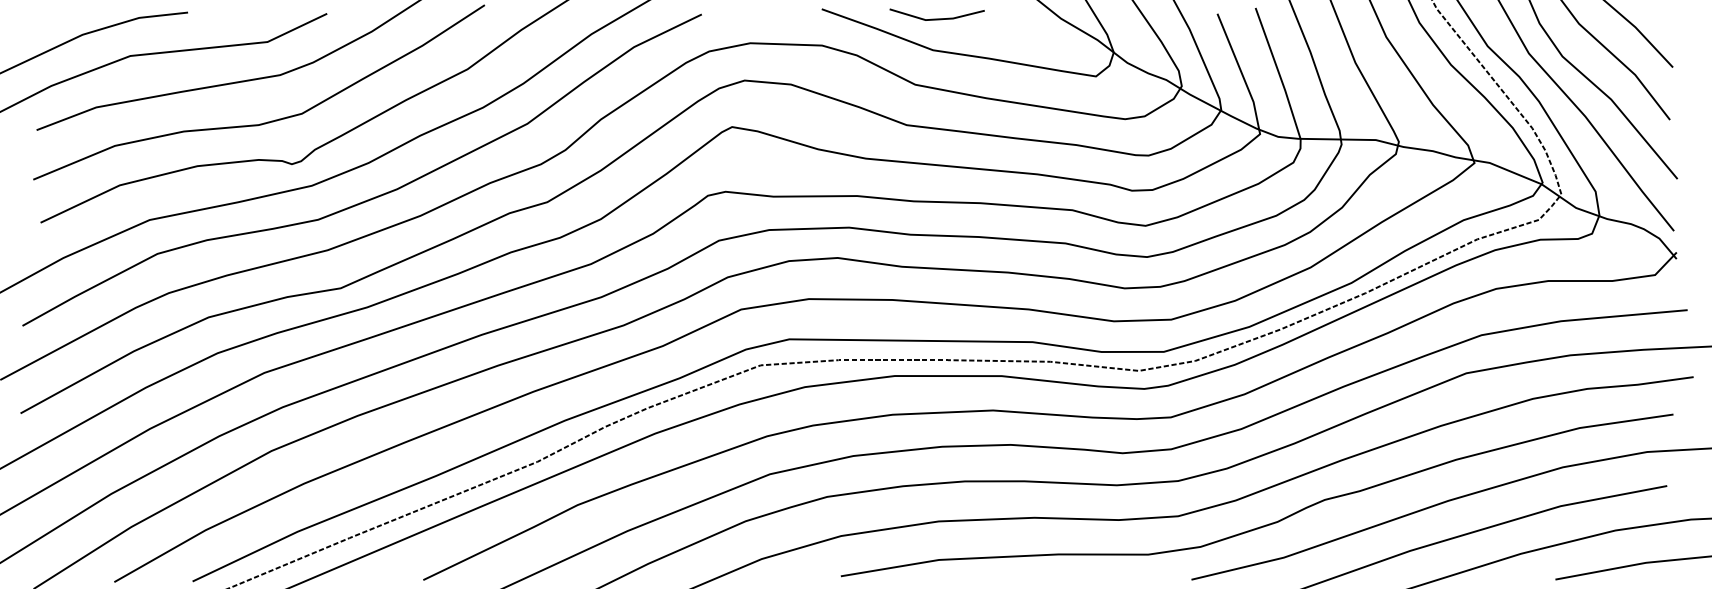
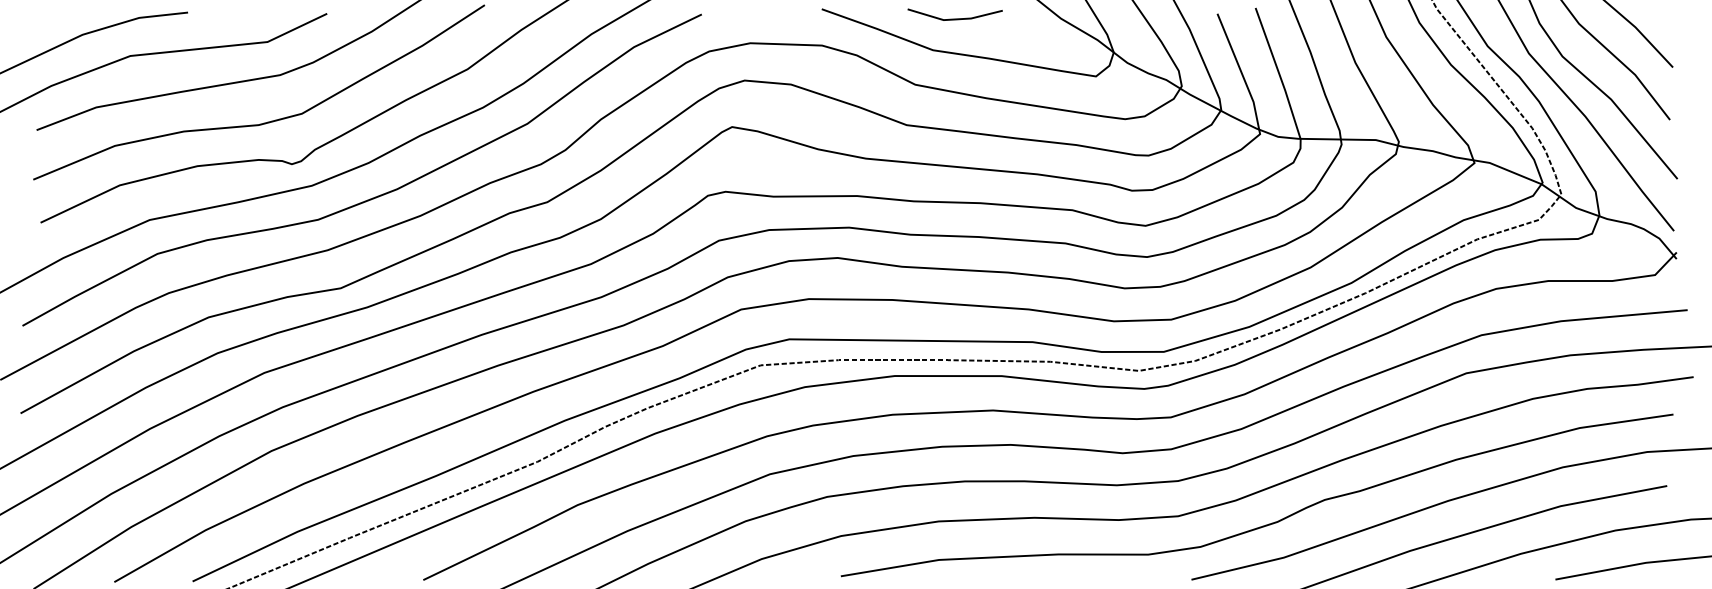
line at (936, 18) position: (936, 18) -> (954, 18)
